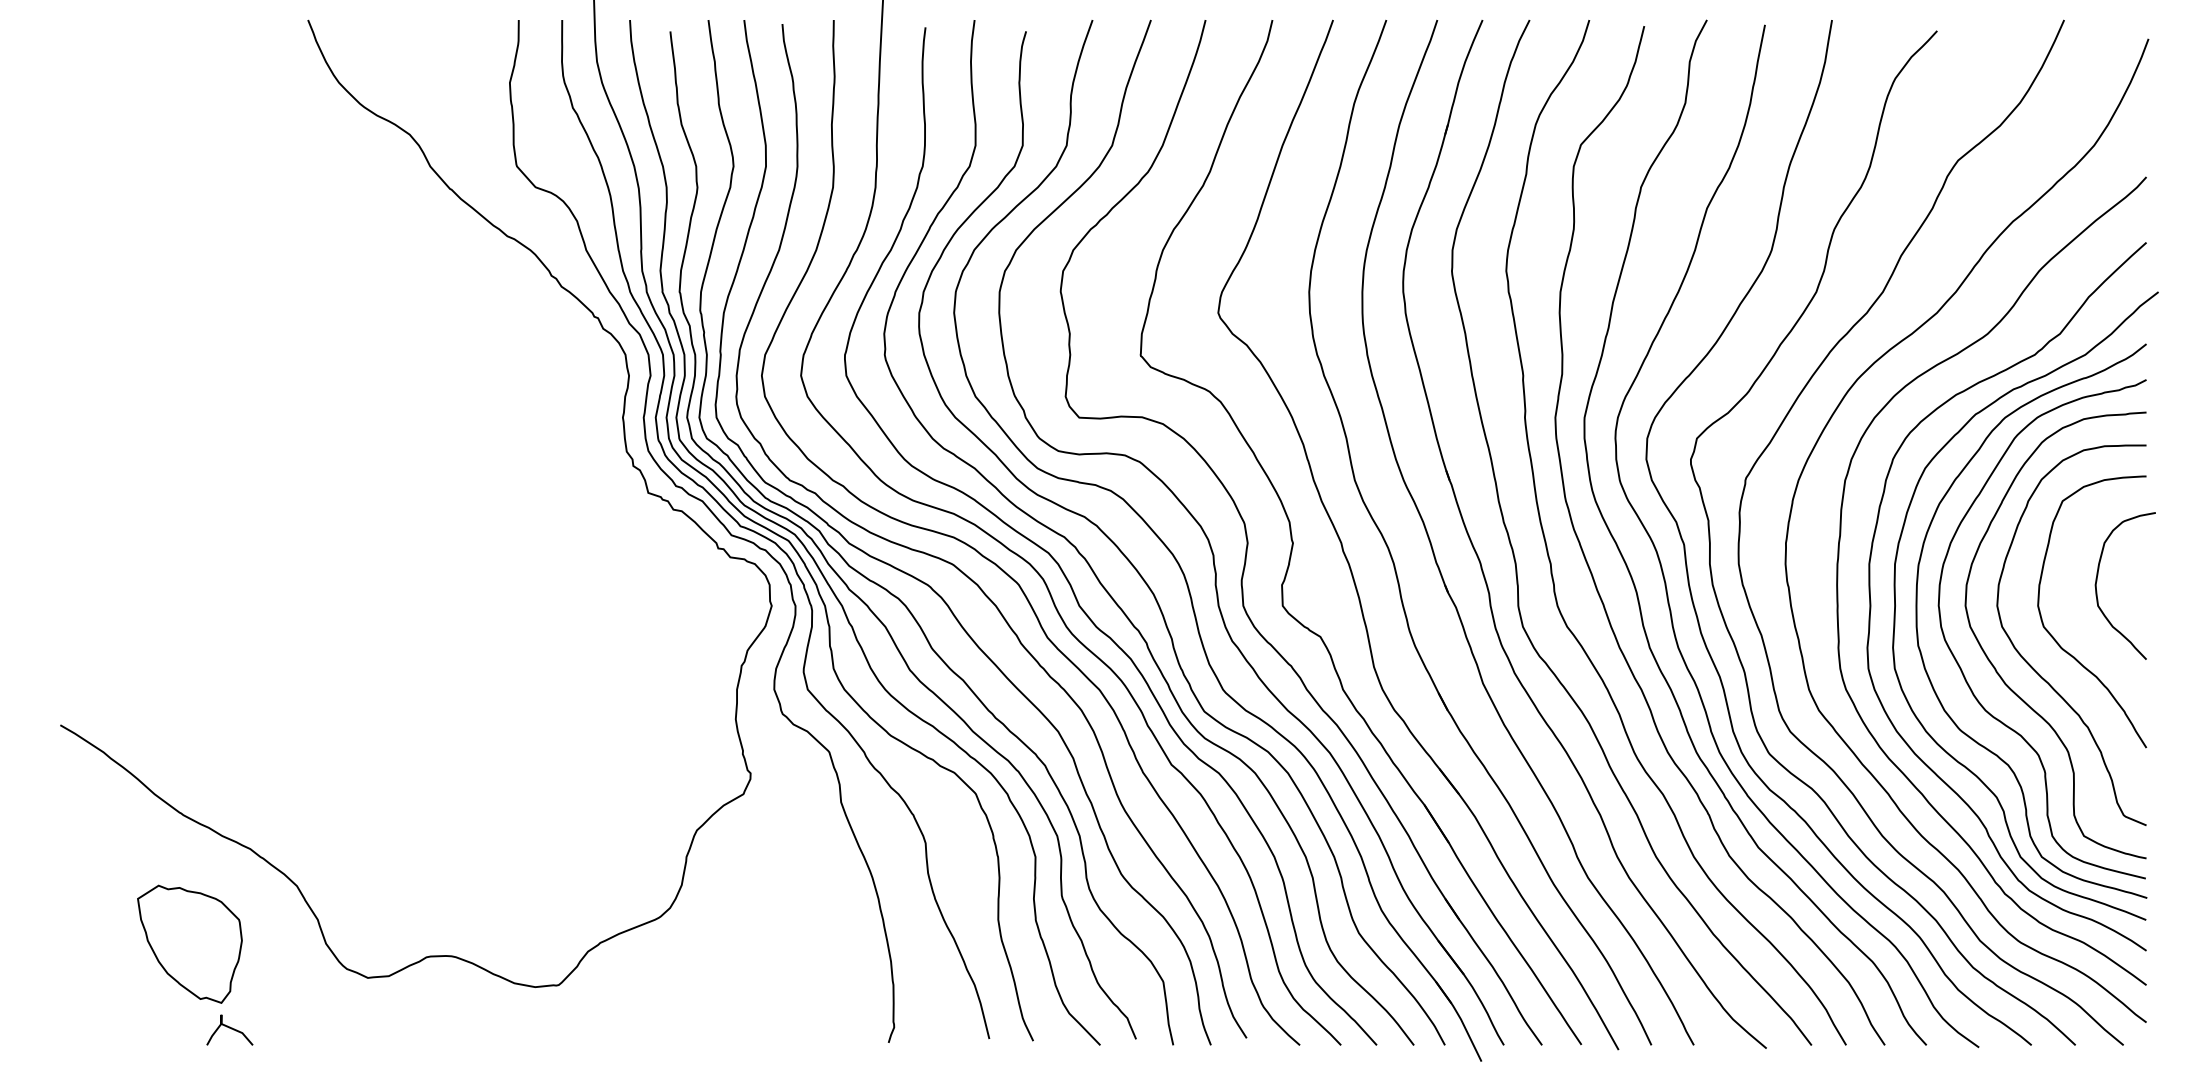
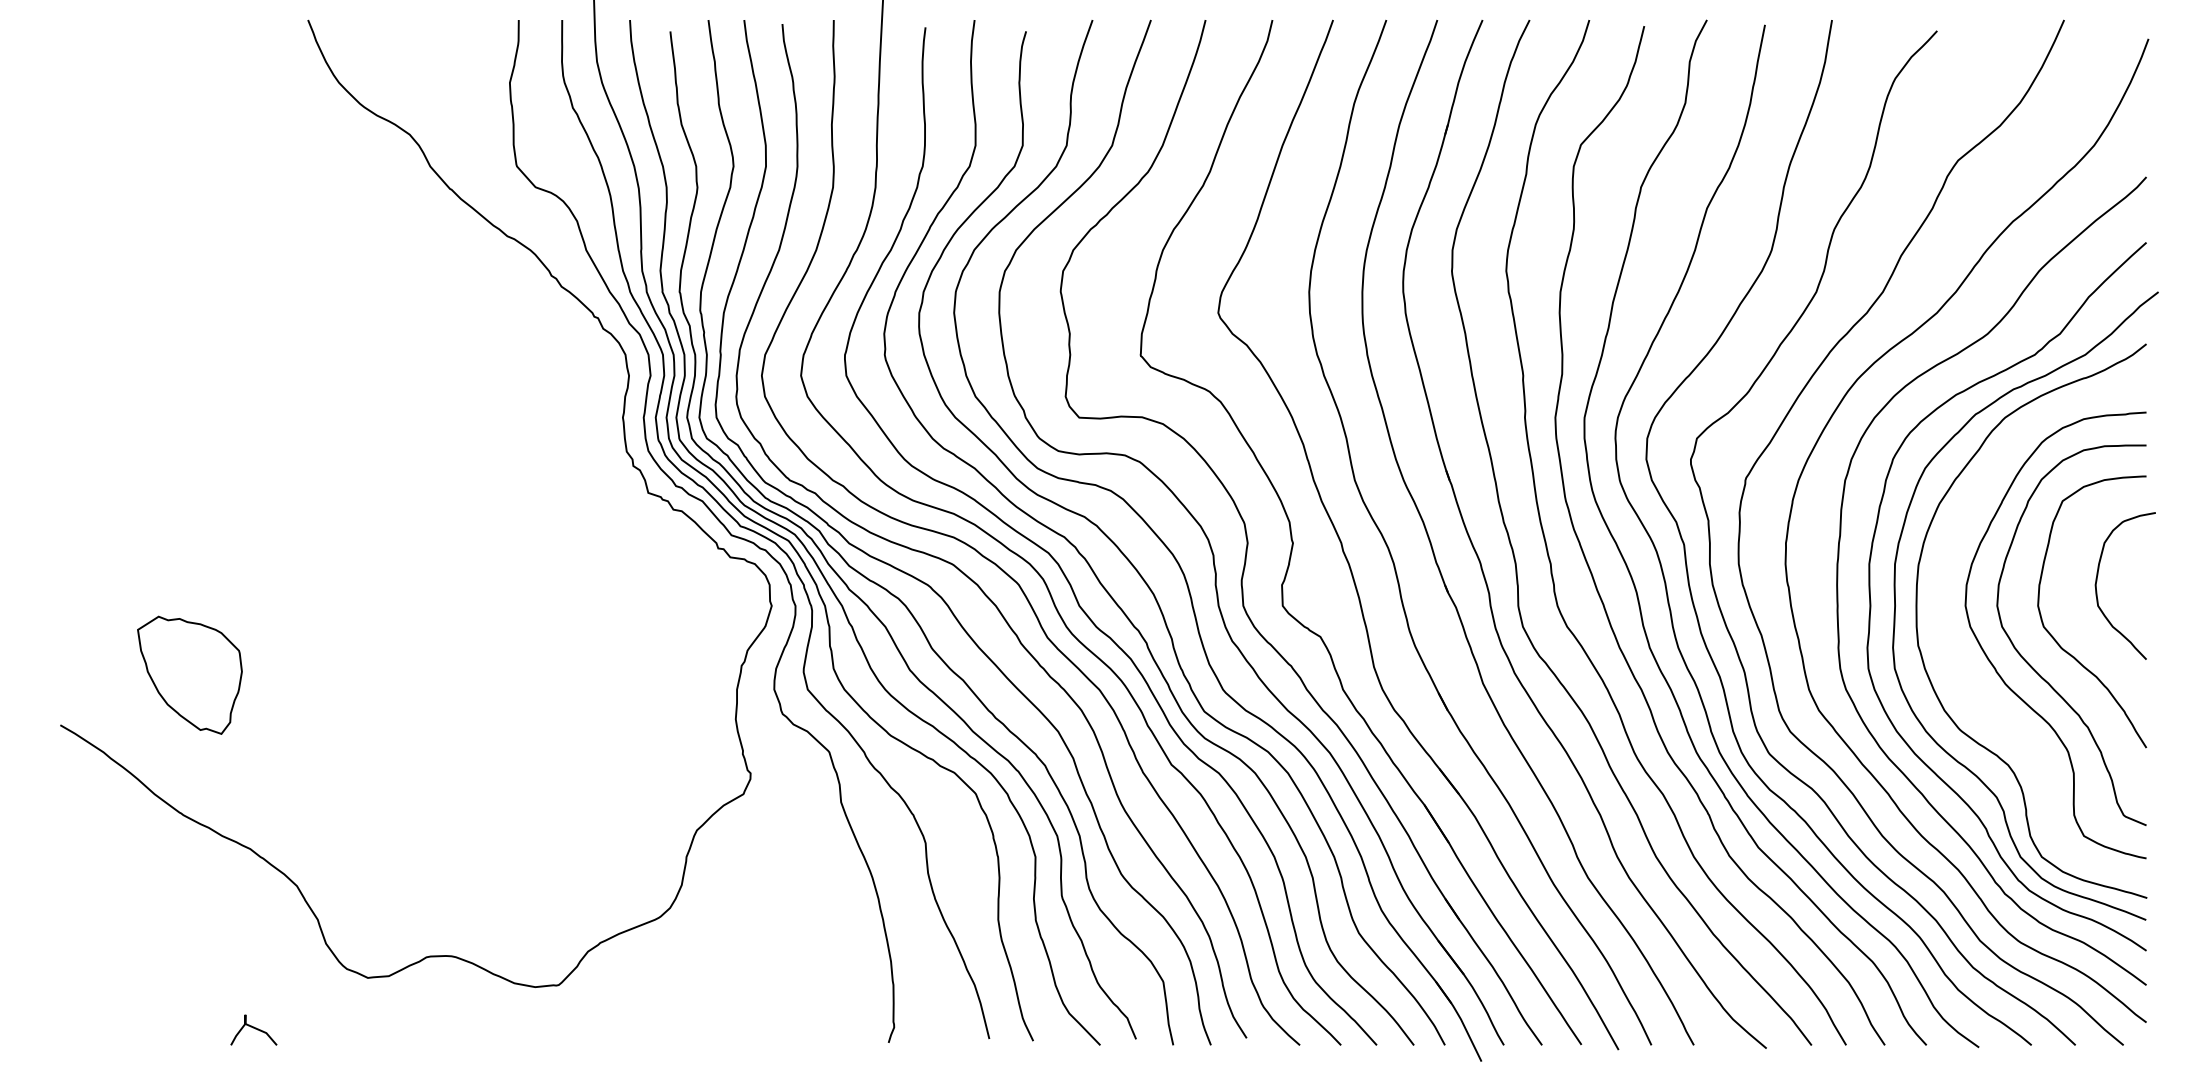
curve at (1961, 668): present -> none
part at (189, 943) position: (189, 943) -> (189, 674)
curve at (229, 1028) position: (229, 1028) -> (253, 1028)
